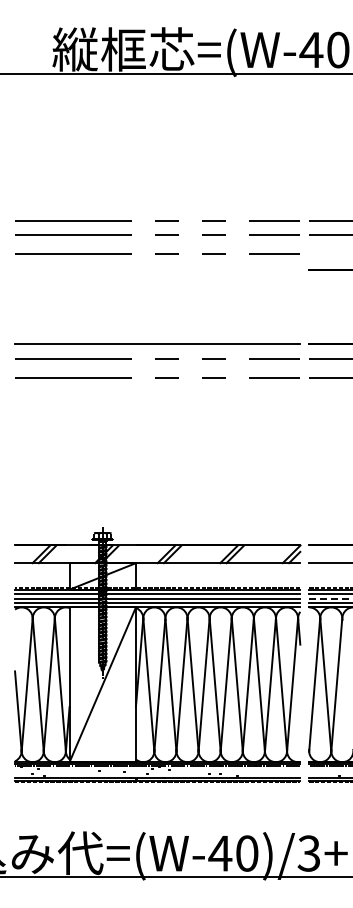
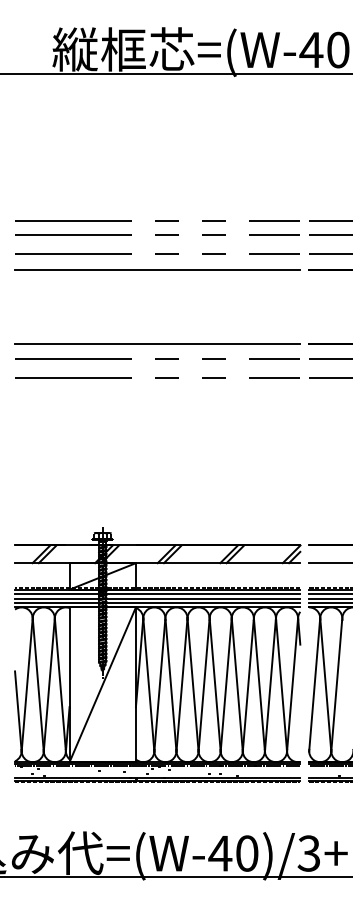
line at (329, 254): none -> present
line at (157, 269): none -> present
line at (331, 598): dashed -> solid
